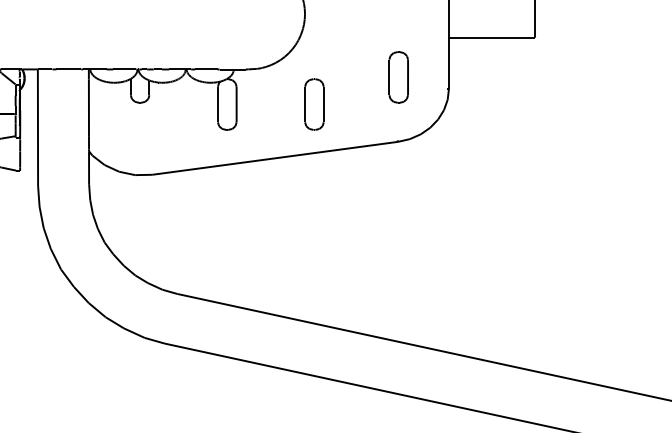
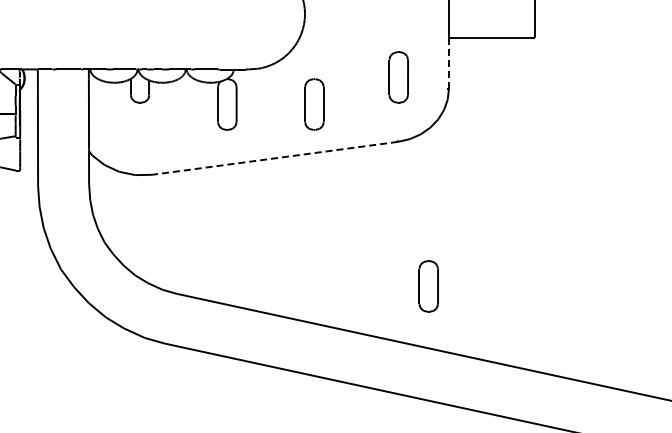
line at (448, 62): solid -> dashed
line at (275, 158): solid -> dashed
part at (428, 286): none -> present
